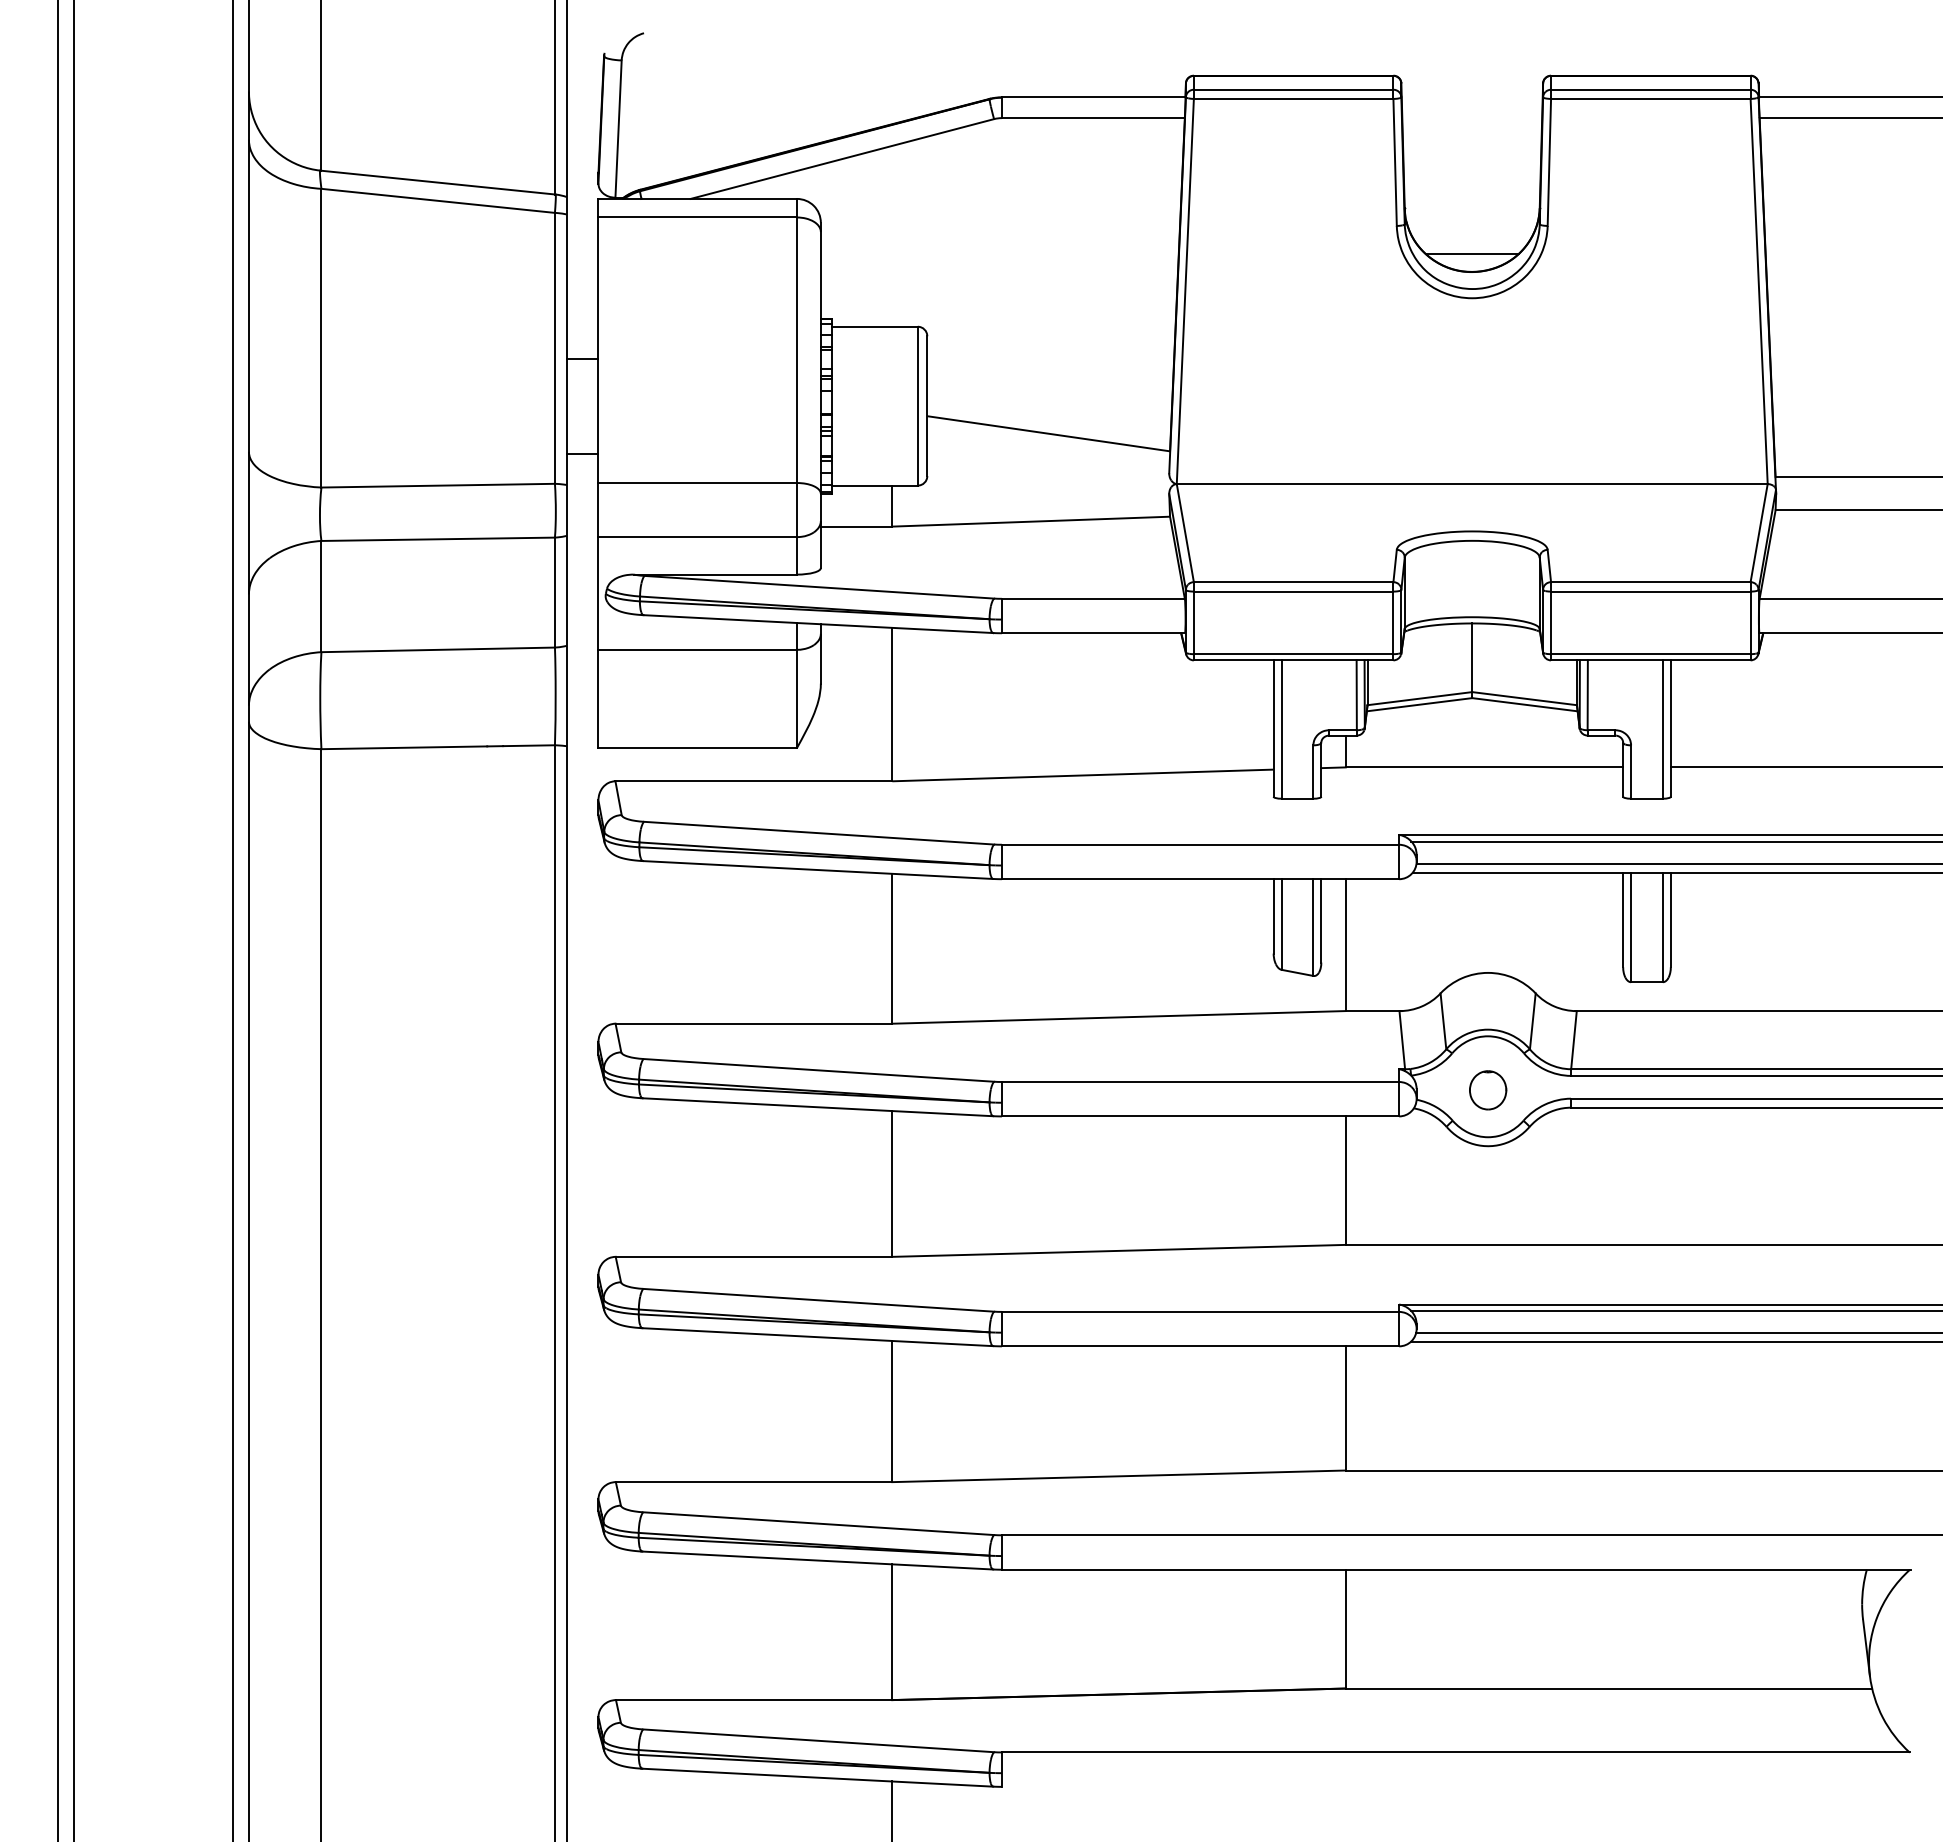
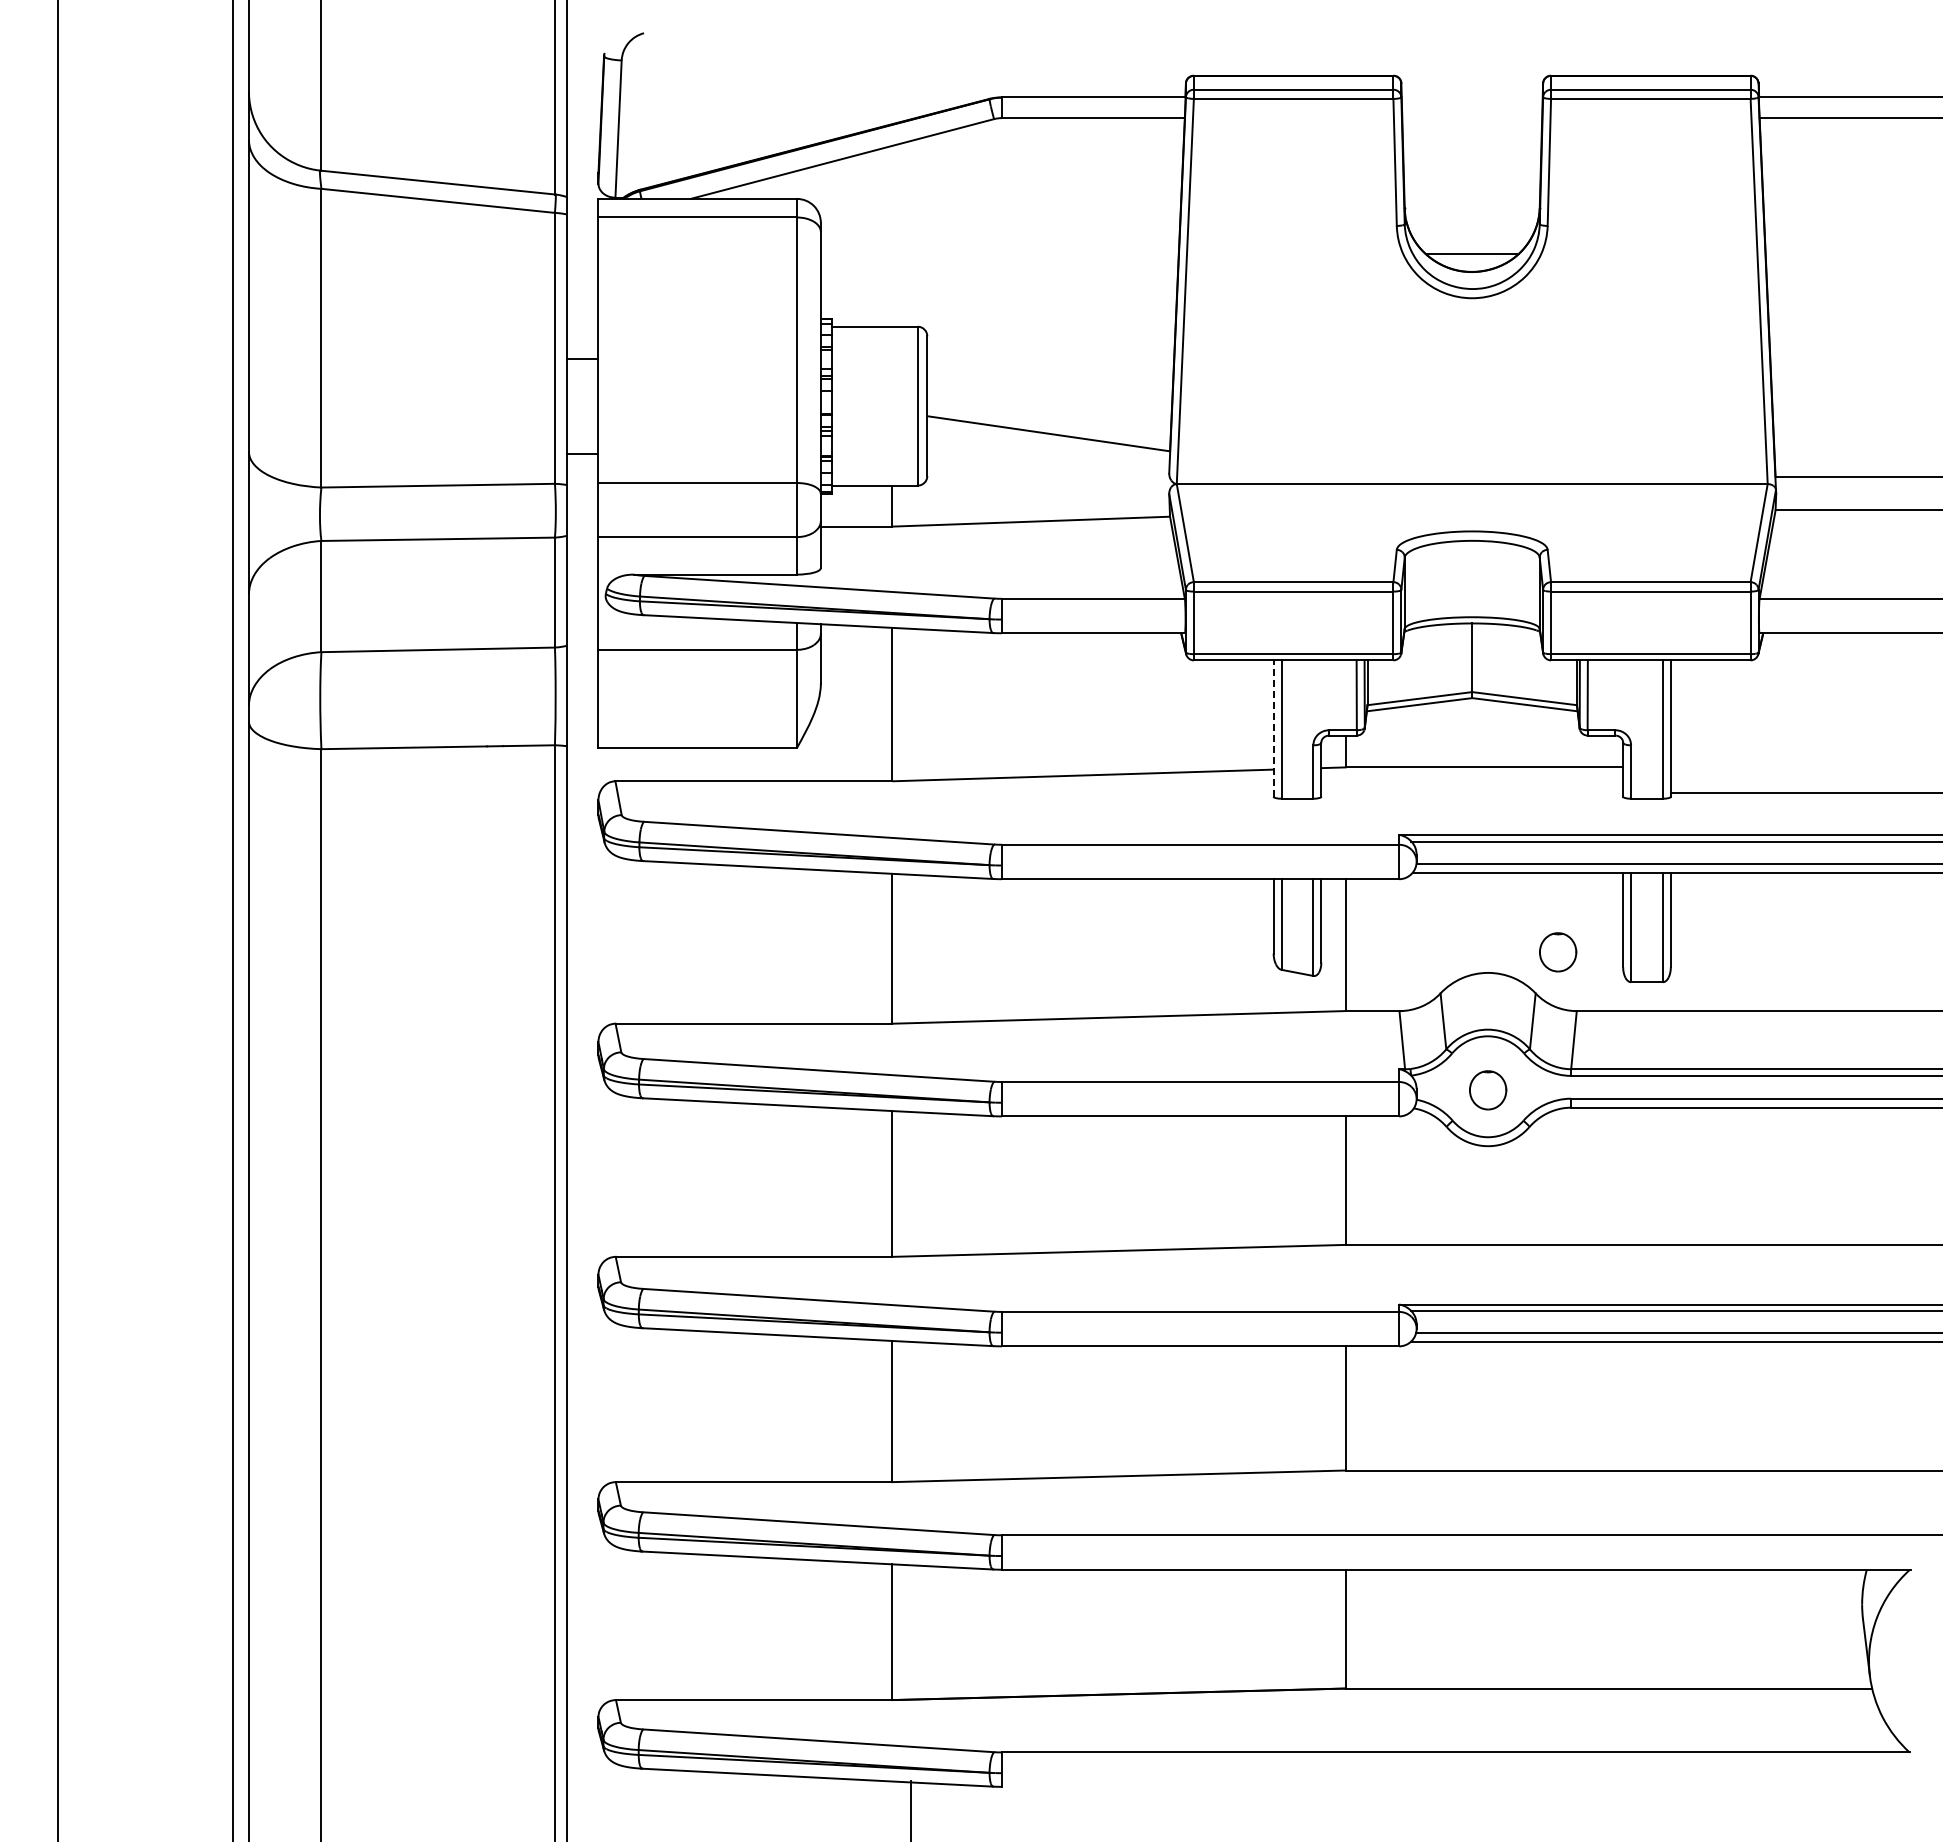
line at (1273, 728): solid -> dashed
line at (1804, 767) position: (1804, 767) -> (1804, 793)
line at (74, 920): present -> none
part at (1558, 952): none -> present
line at (892, 1809) position: (892, 1809) -> (911, 1809)
